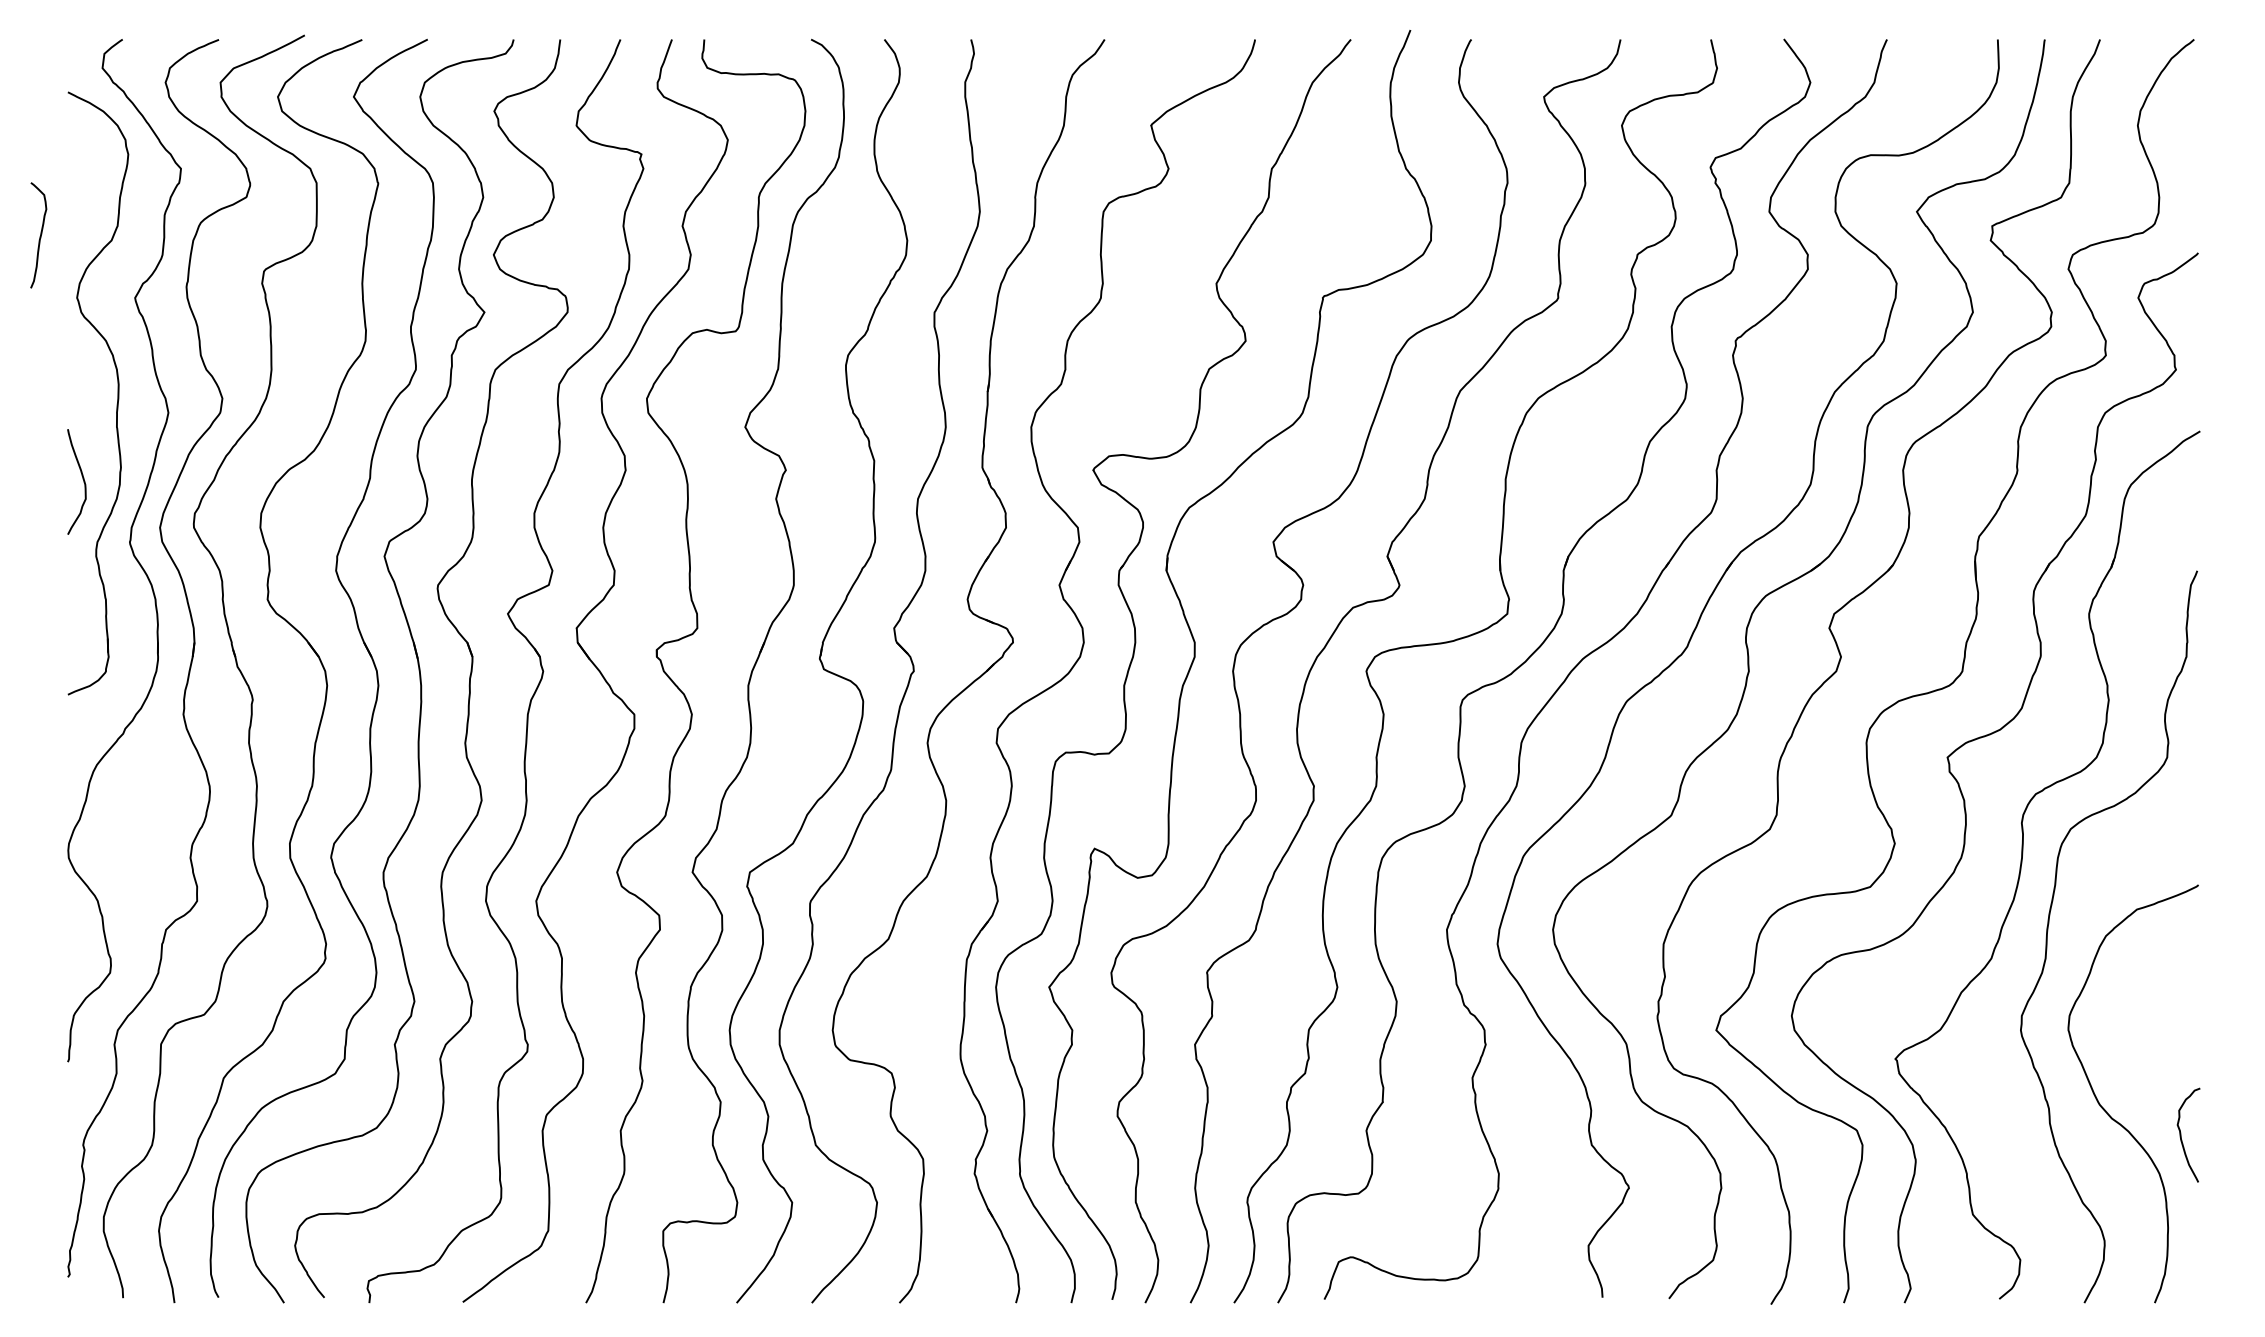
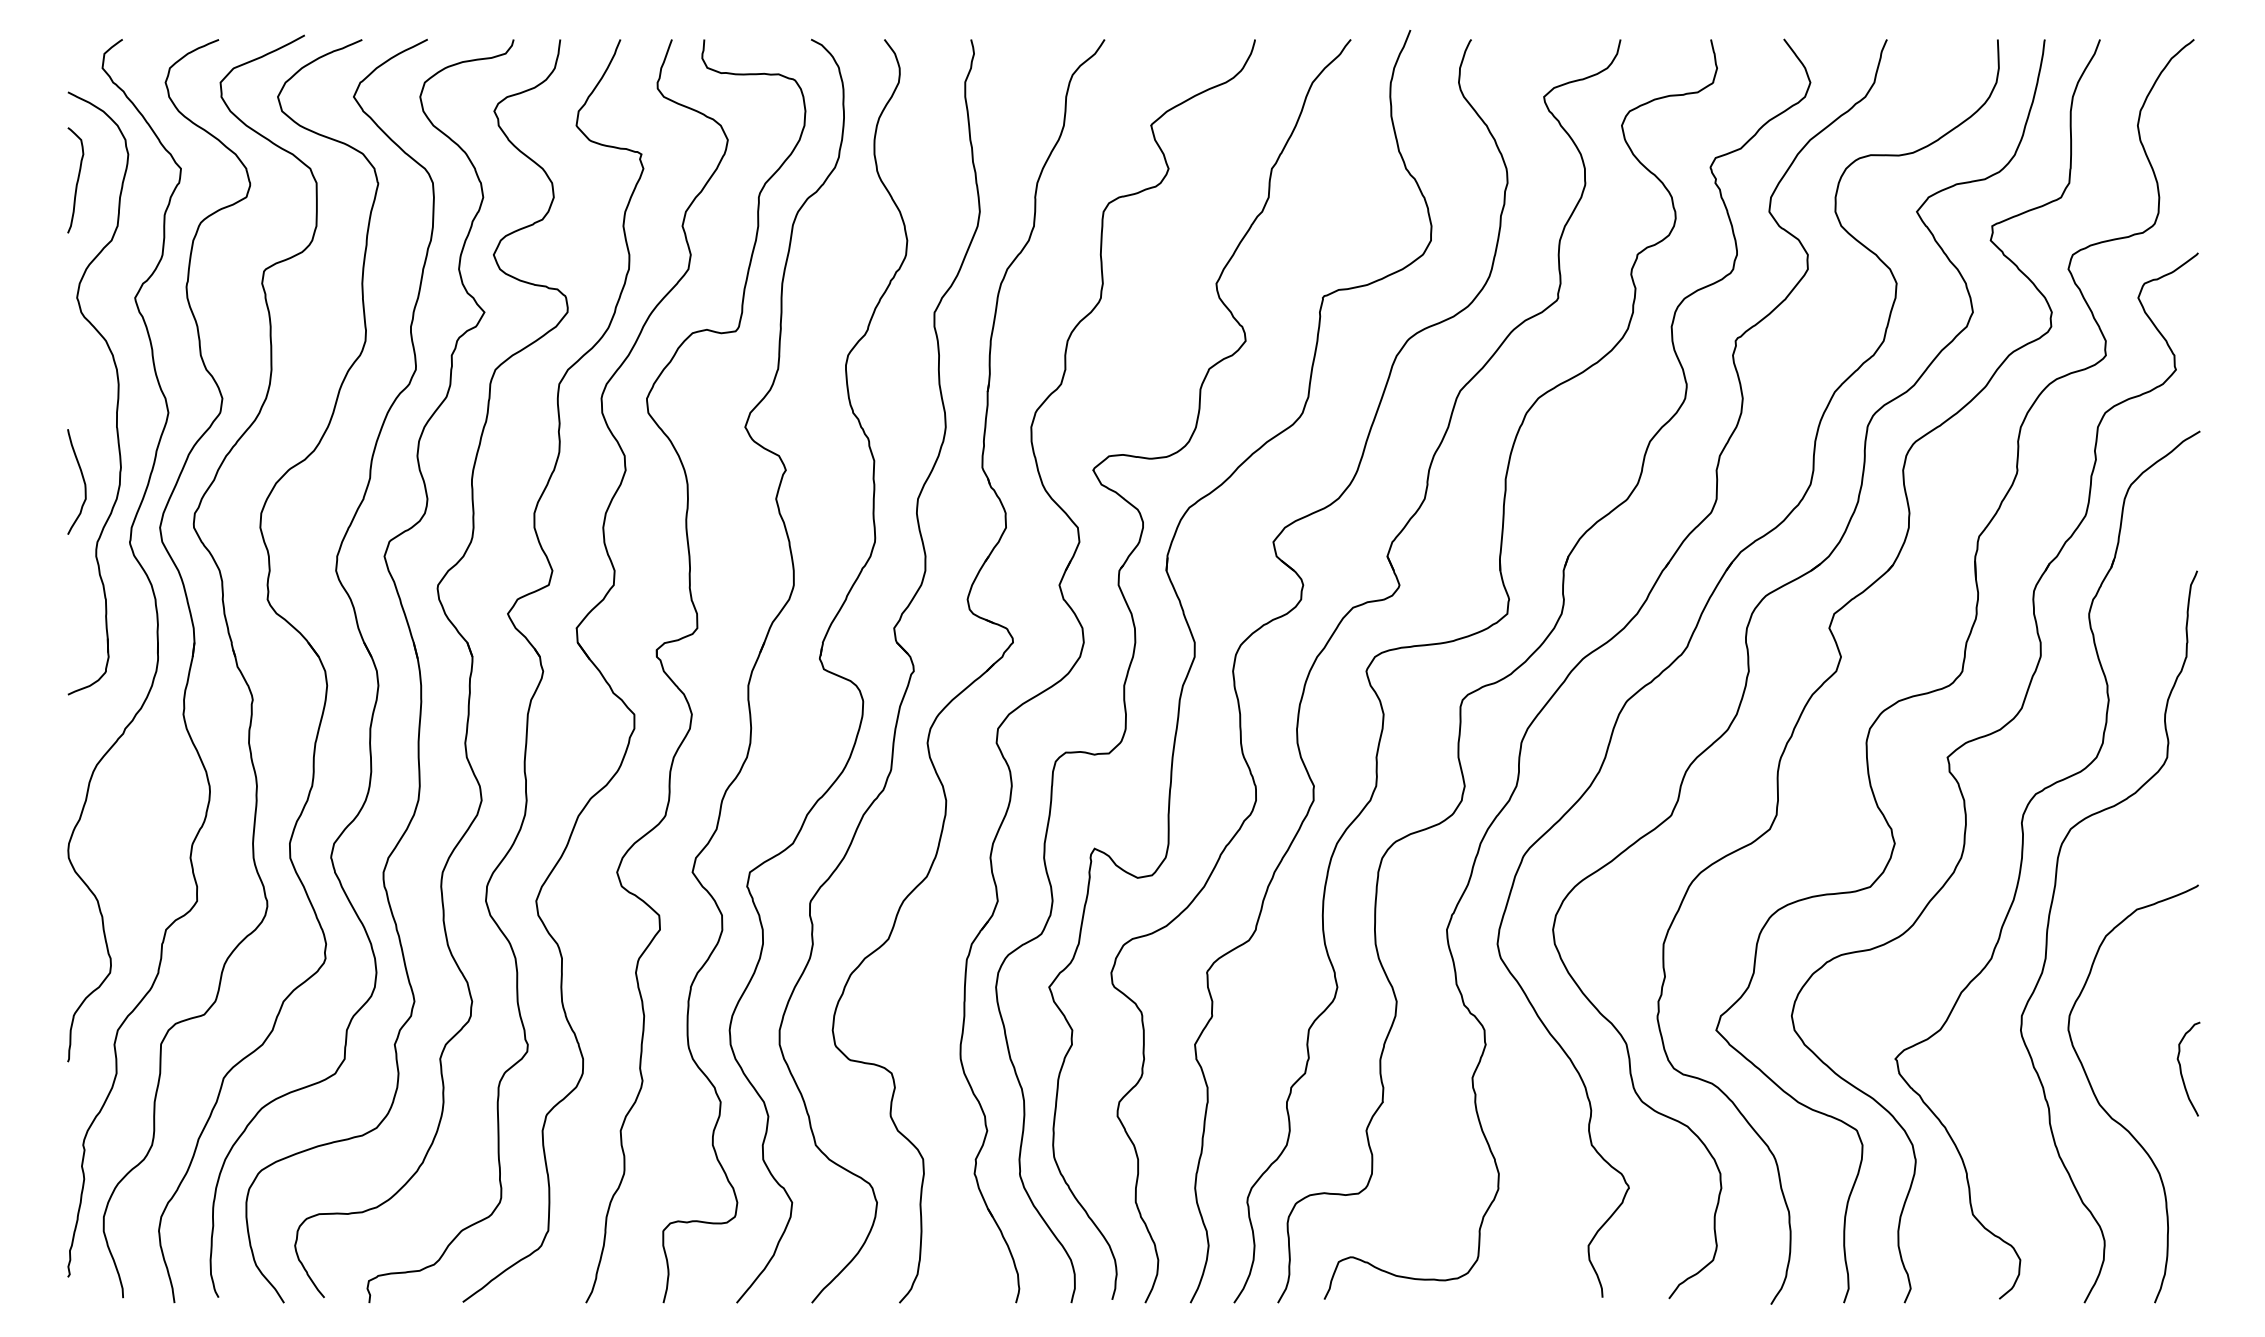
curve at (39, 236) position: (39, 236) -> (76, 181)
curve at (2181, 1134) position: (2181, 1134) -> (2181, 1068)
